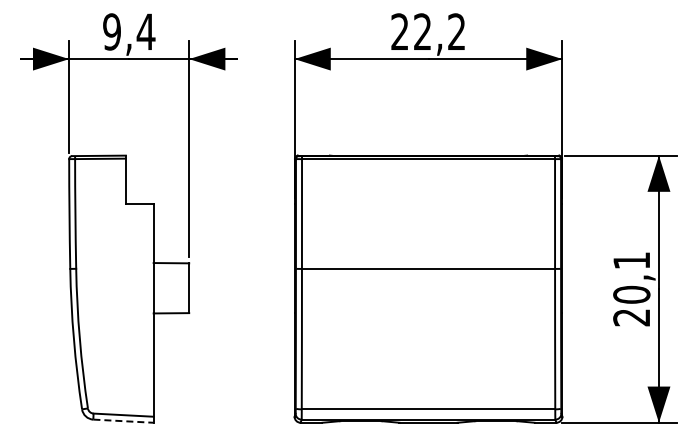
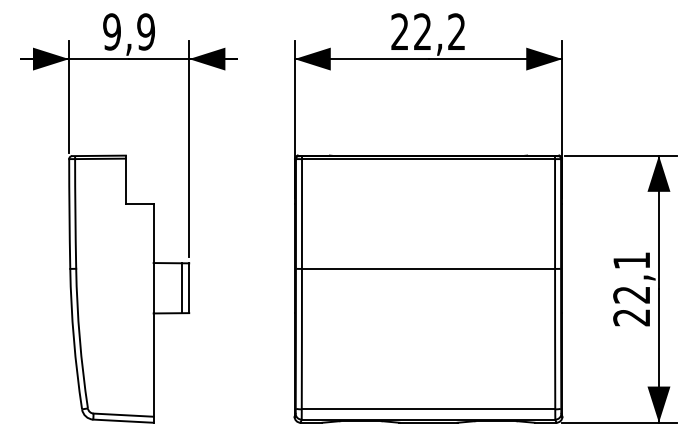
text at (145, 31): 9,4 -> 9,9
line at (181, 288): none -> present
text at (631, 294): 20,1 -> 22,1
line at (124, 421): dashed -> solid
